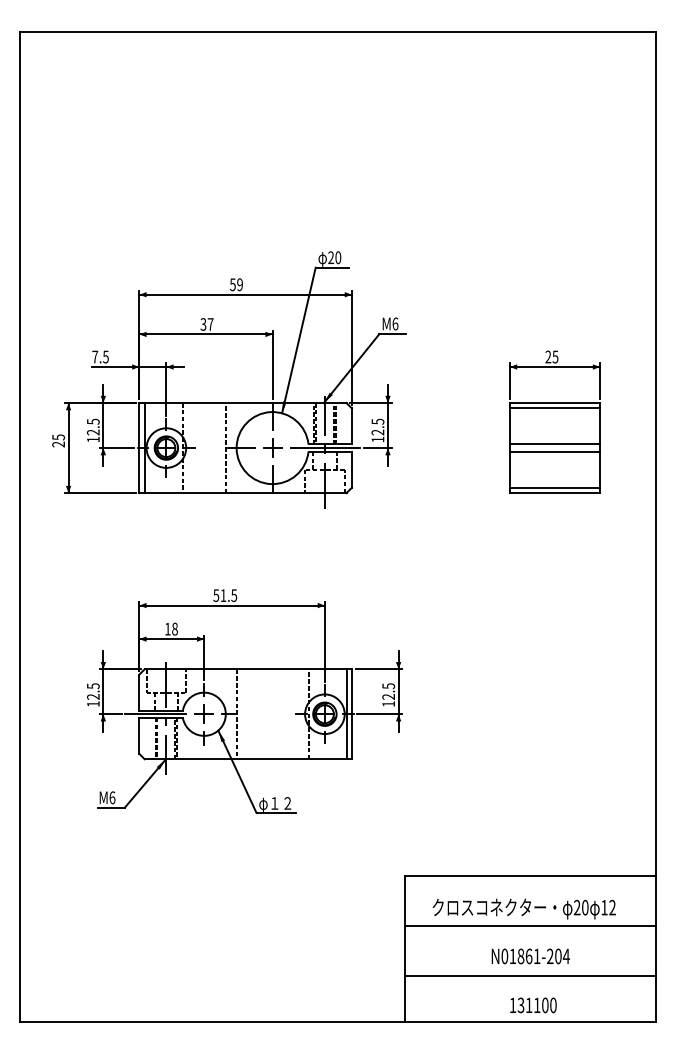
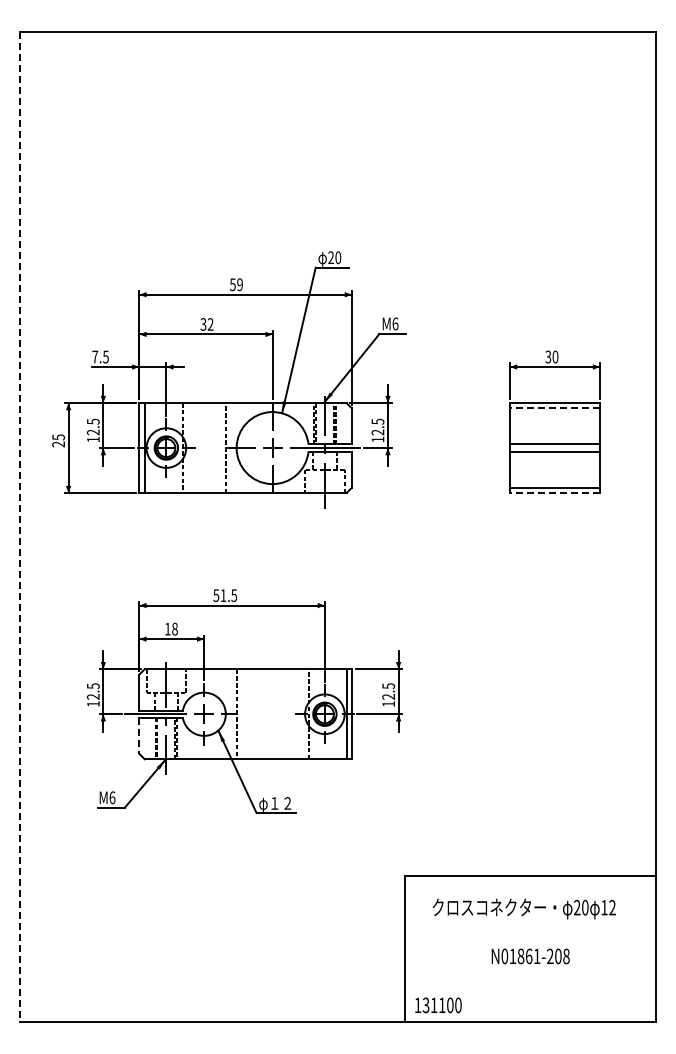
text at (210, 324): 37 -> 32
text at (551, 356): 25 -> 30
line at (554, 408): solid -> dashed
line at (554, 493): solid -> dashed
line at (20, 527): solid -> dashed
line at (139, 736): solid -> dashed
line at (529, 926): present -> none
text at (566, 956): N01861-204 -> N01861-208
line at (529, 976): present -> none
text at (533, 1005) position: (533, 1005) -> (438, 1005)
